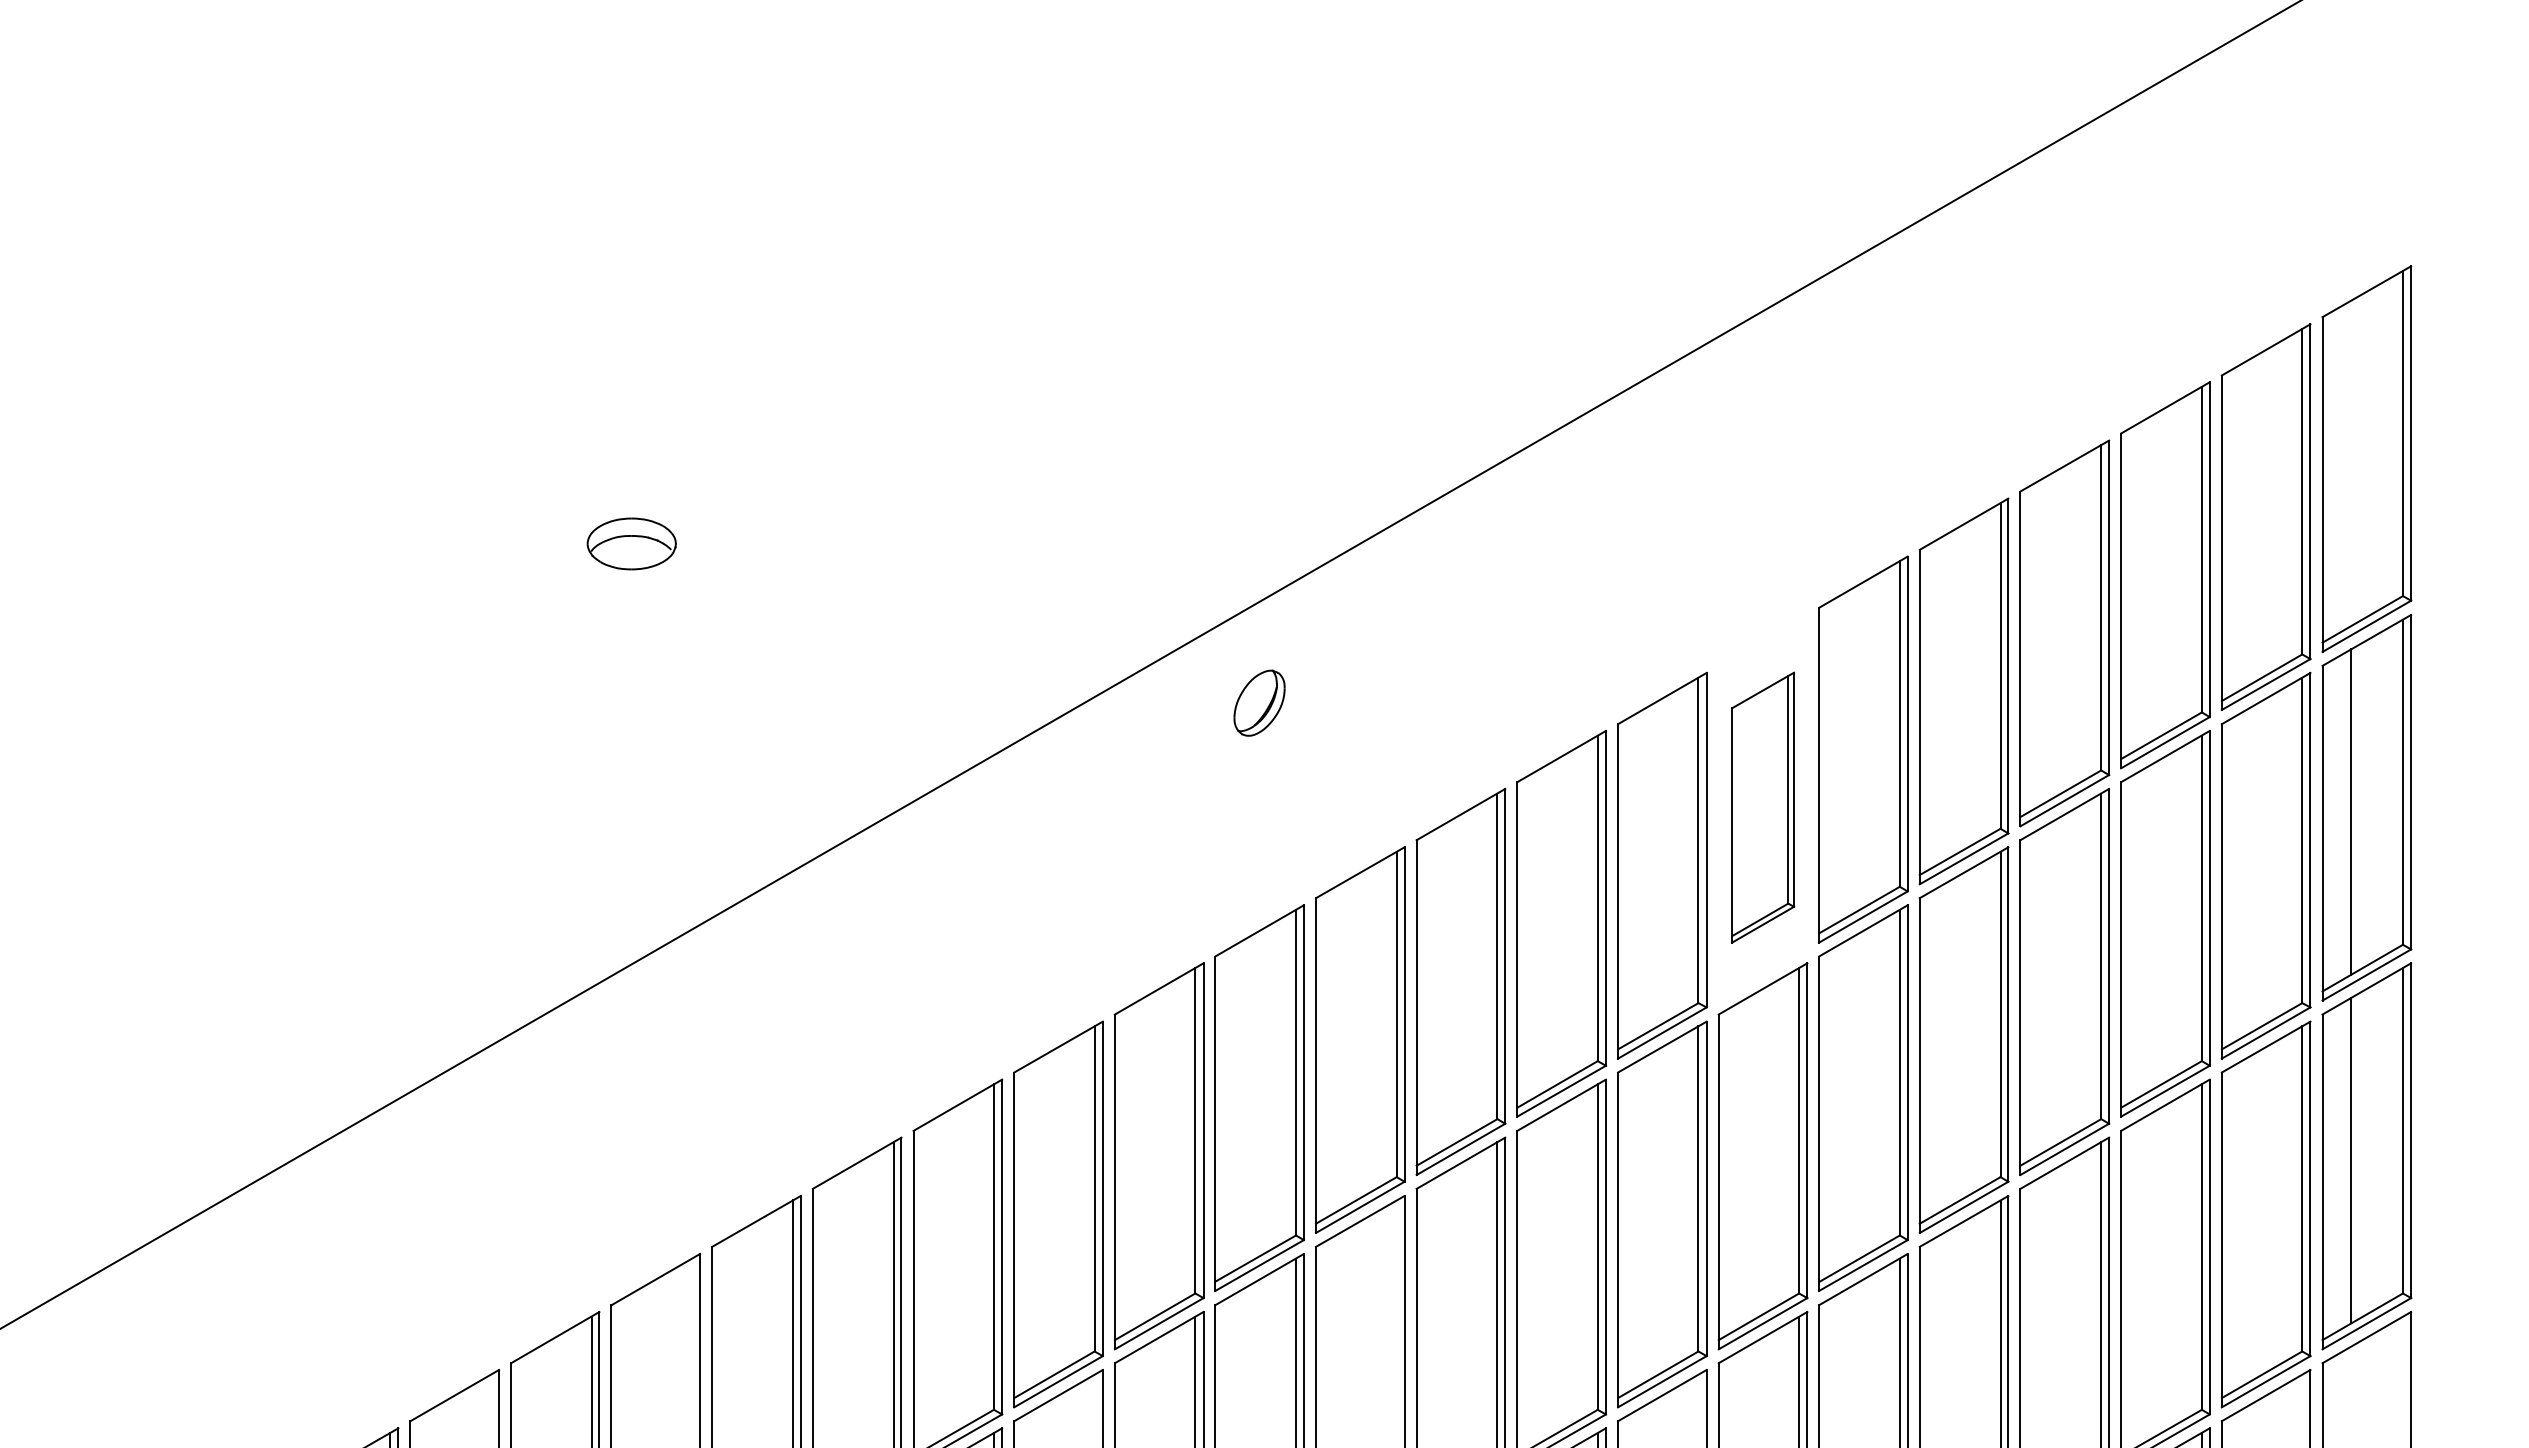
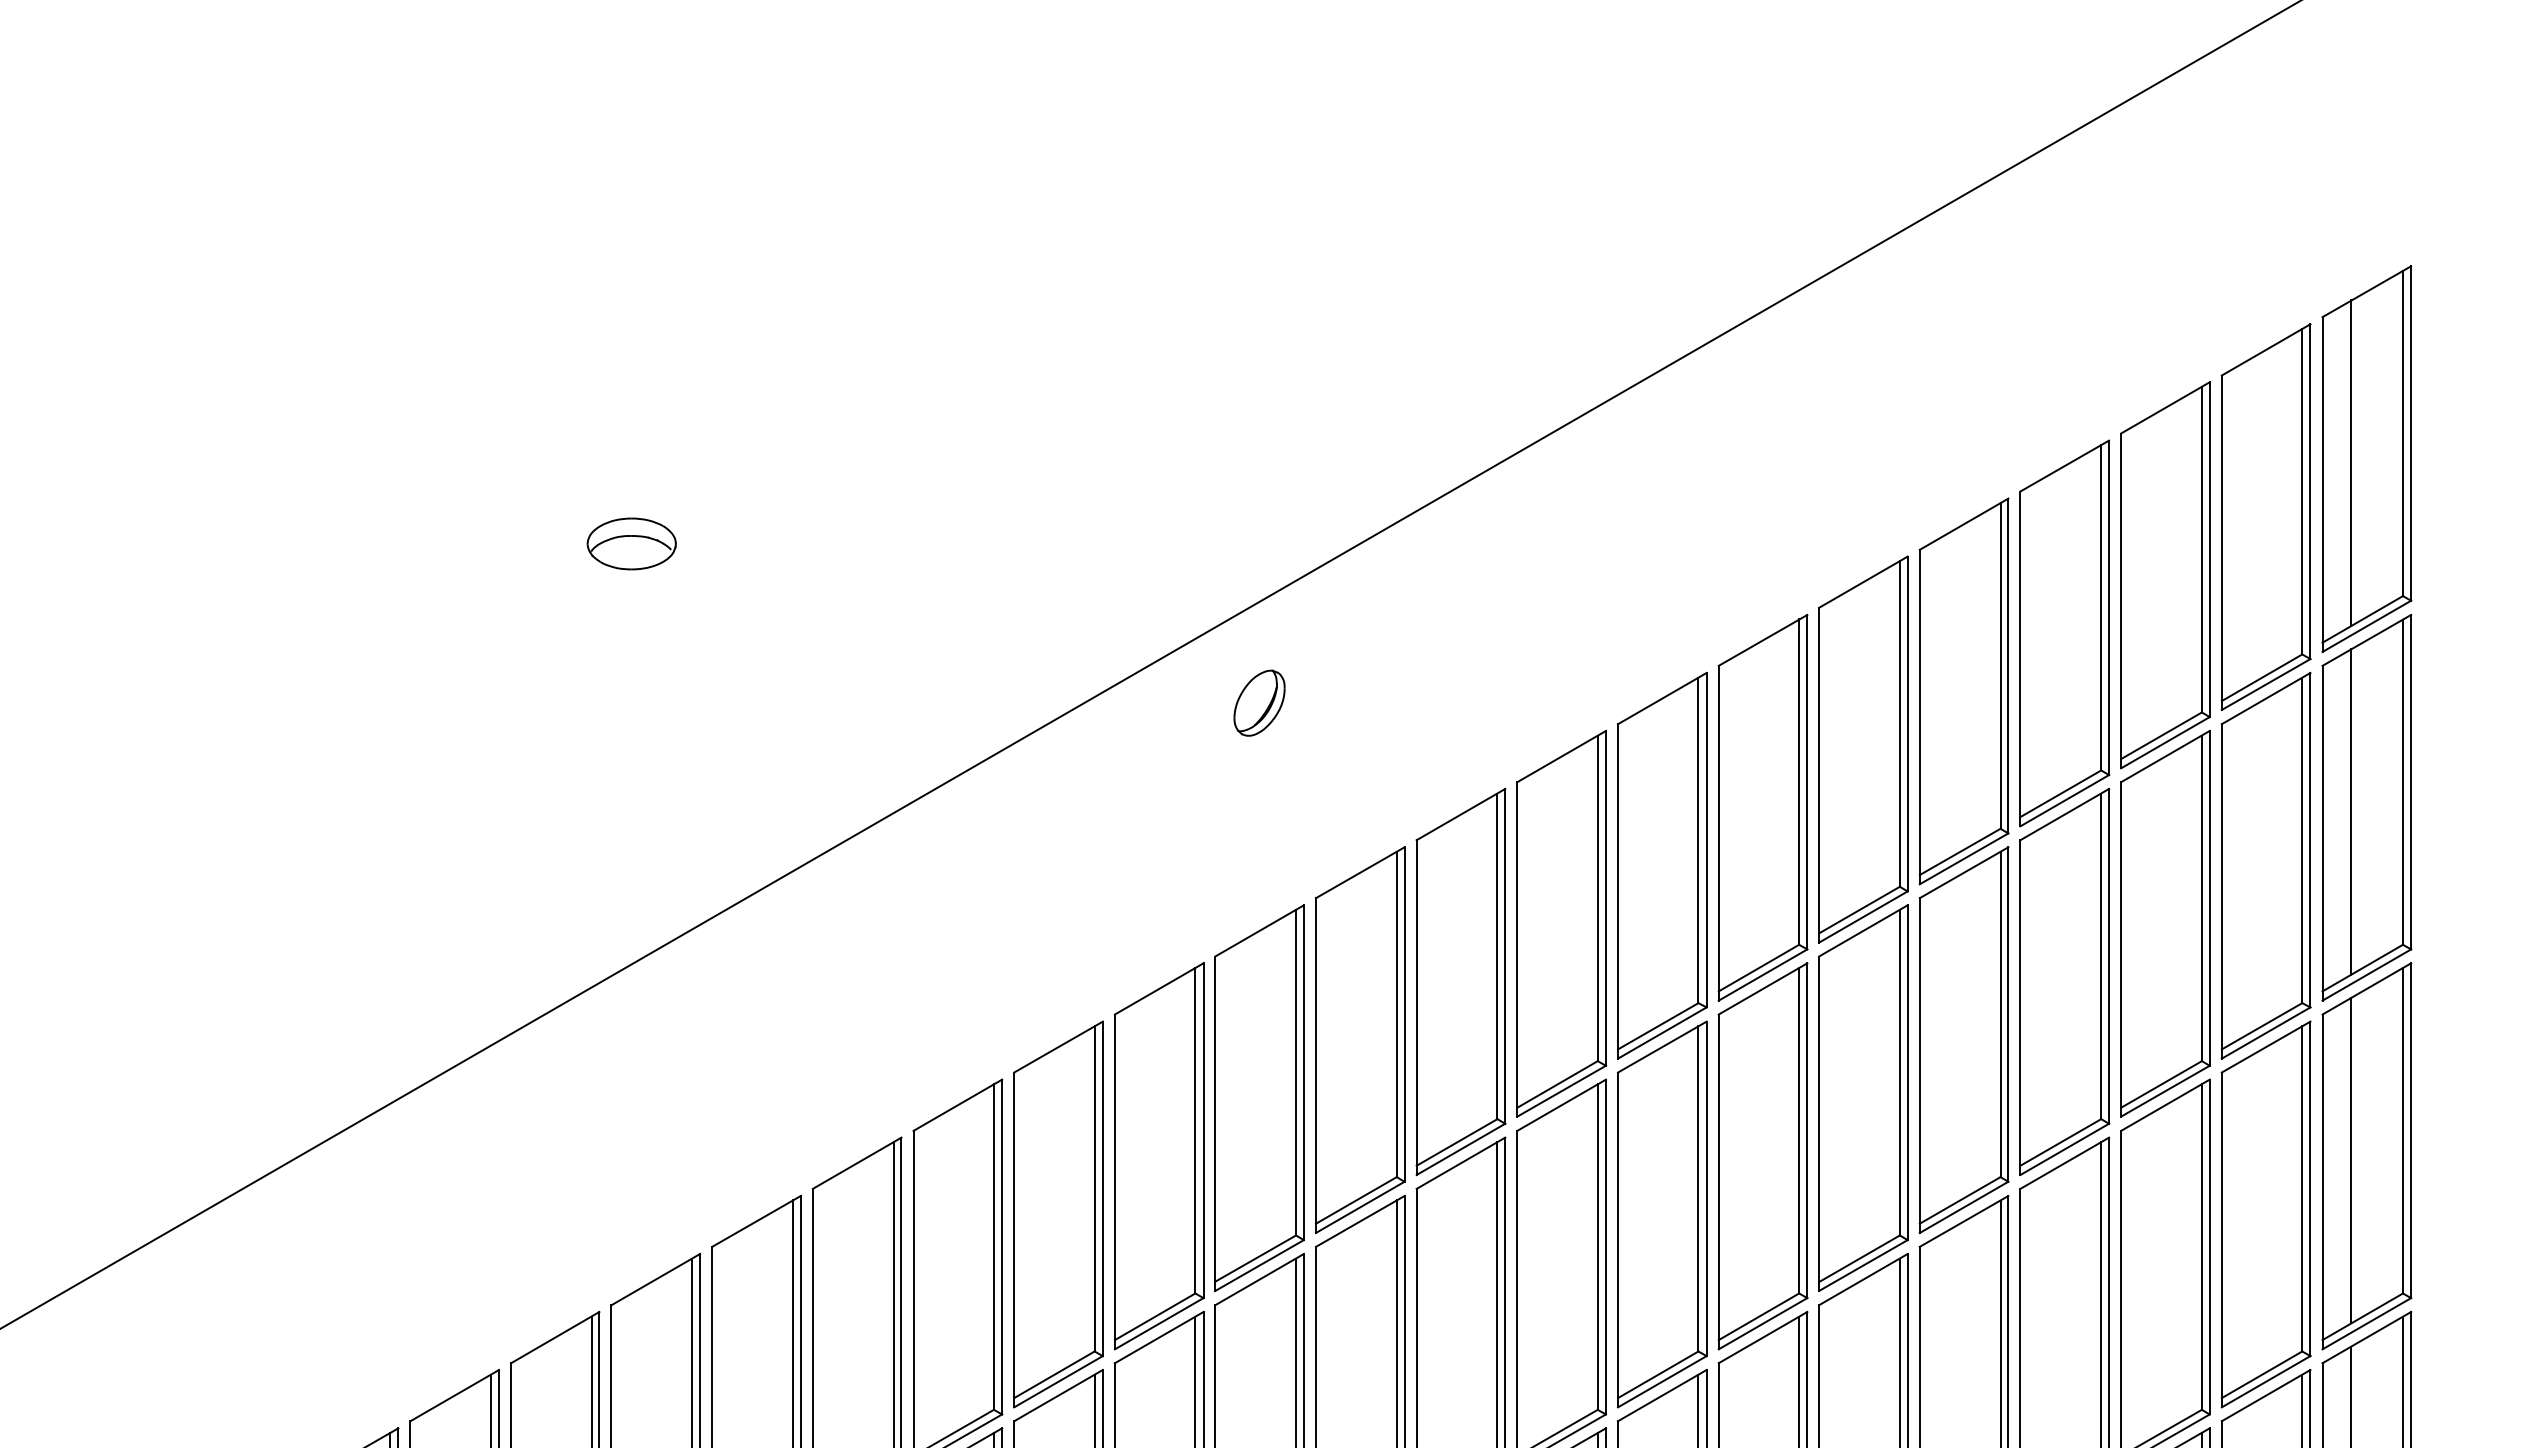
line at (2351, 463): none -> present
part at (1763, 807) size: 65x273 px -> 92x389 px
line at (1396, 1322): none -> present
line at (692, 1351): none -> present
line at (2402, 1380): none -> present
line at (2351, 1395): none -> present
line at (490, 1409): none -> present
line at (1094, 1409): none -> present
line at (1698, 1409): none -> present
line at (2302, 1409): none -> present
